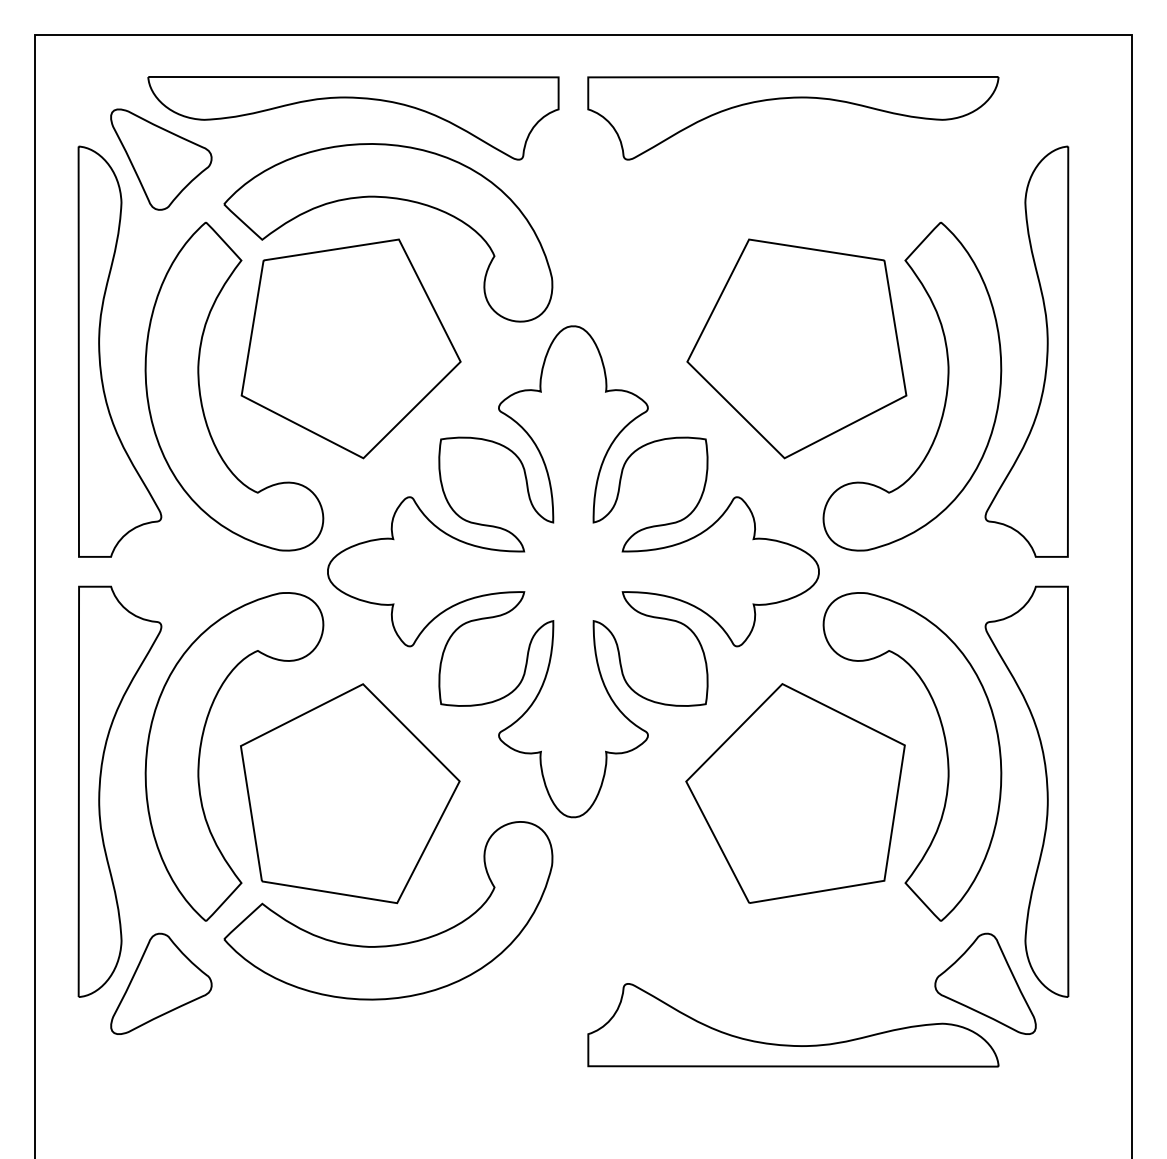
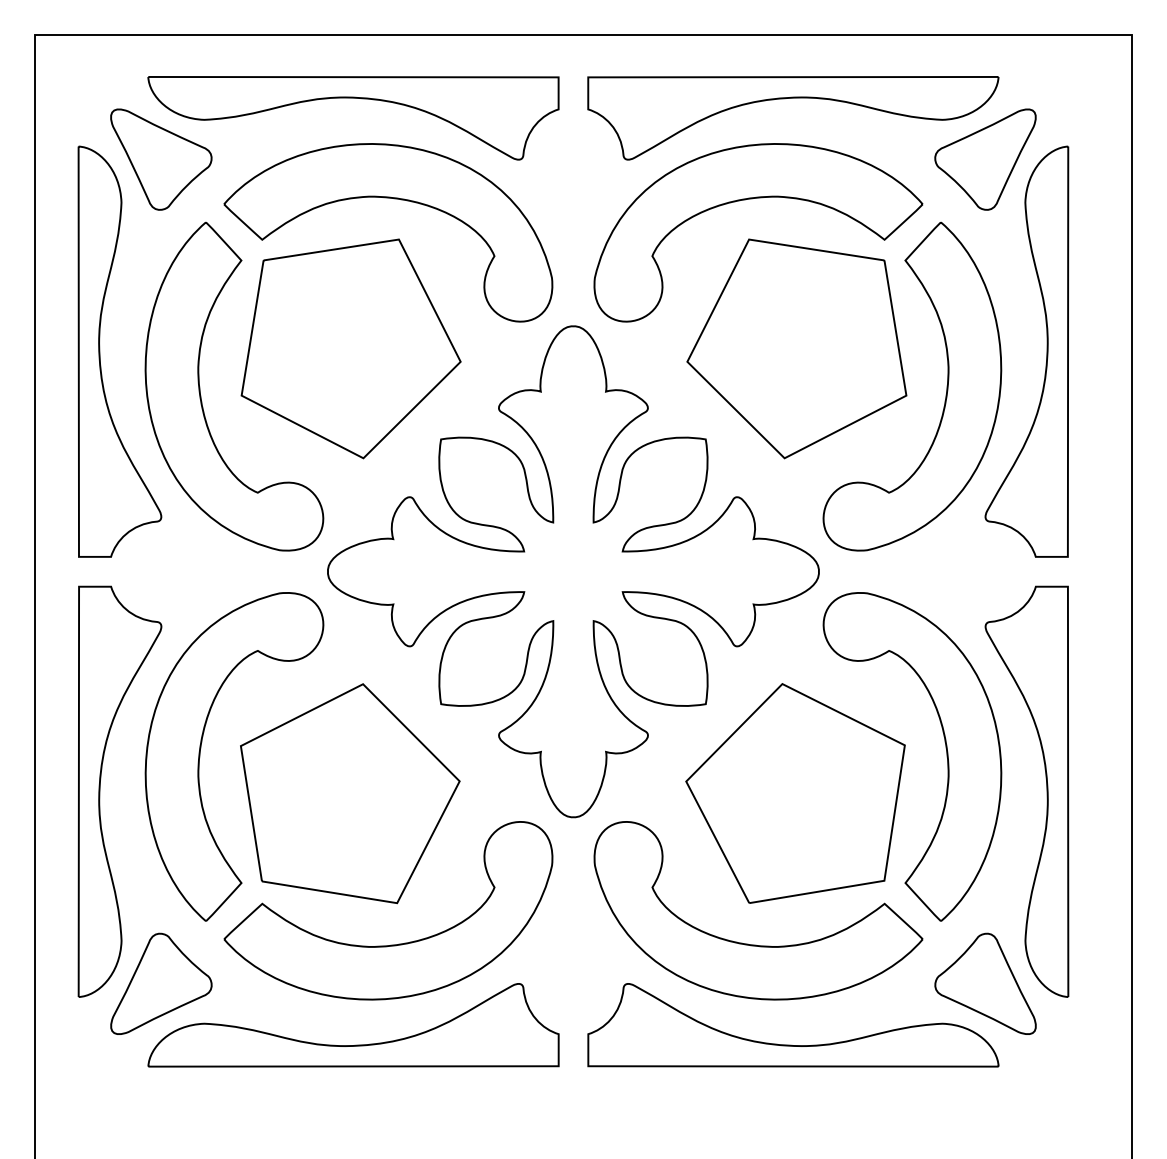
part at (985, 159): none -> present
part at (752, 199): none -> present
part at (756, 944): none -> present
part at (355, 1044): none -> present
